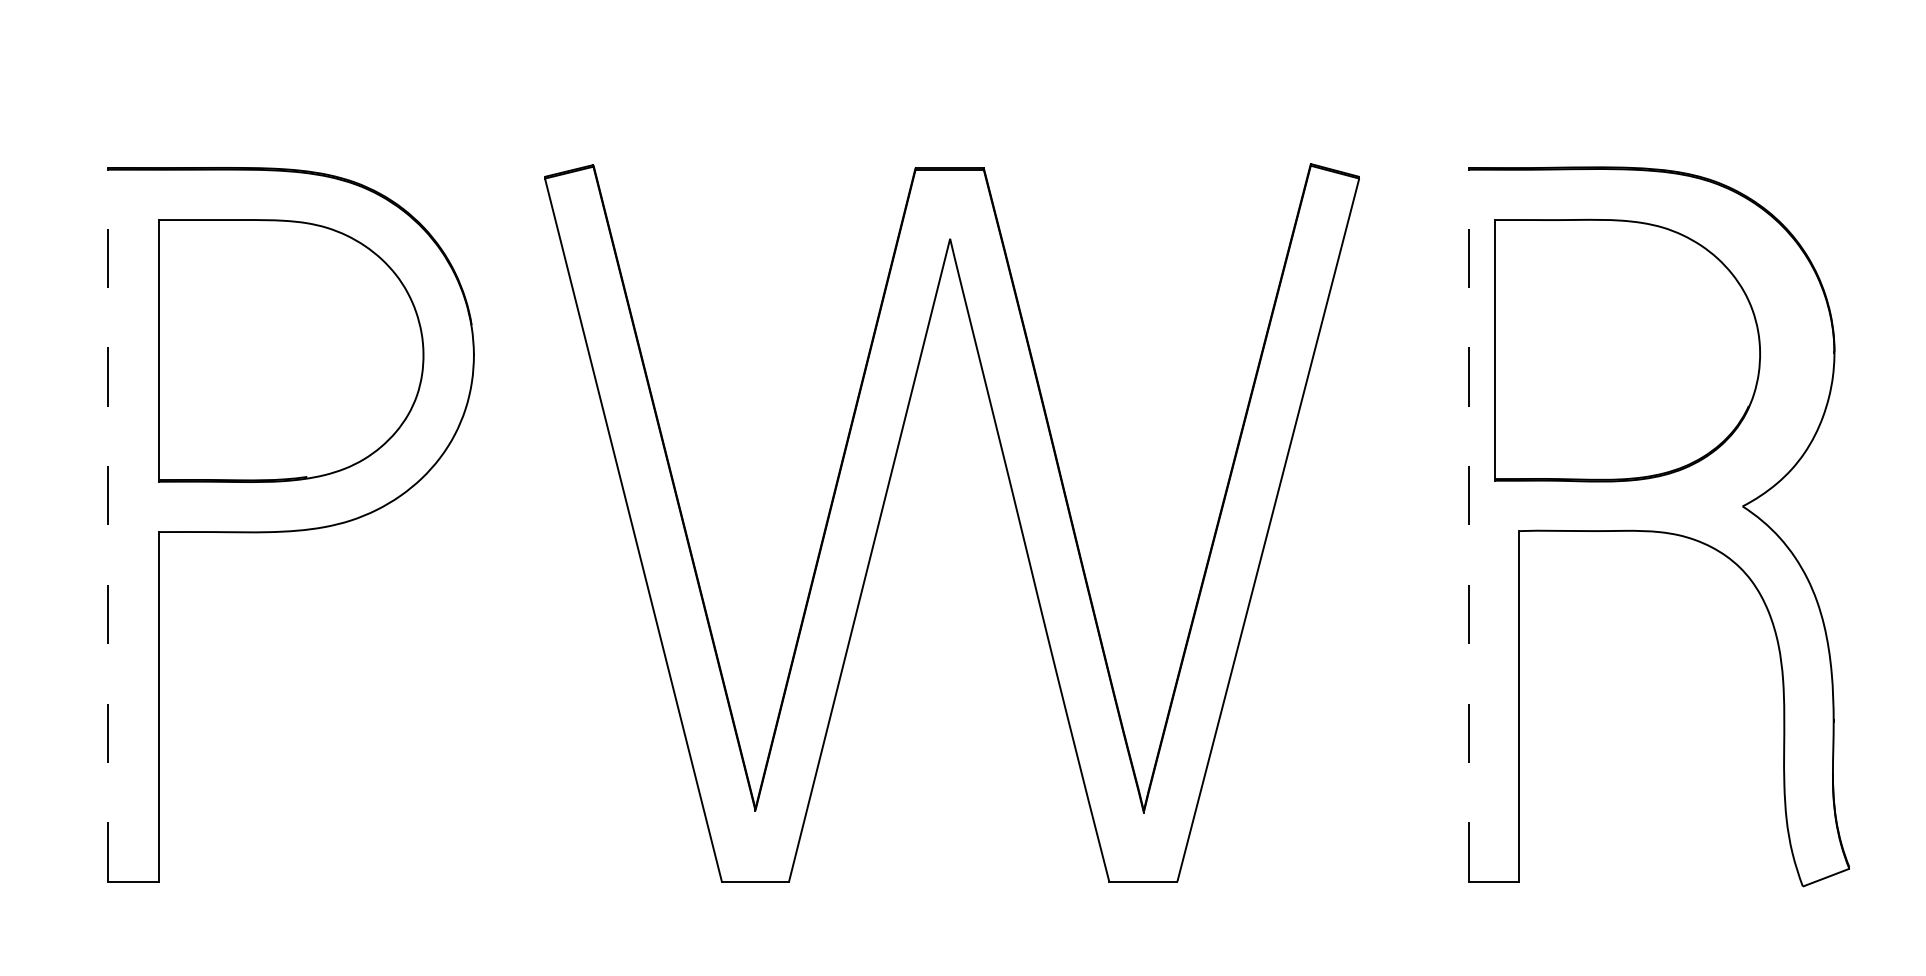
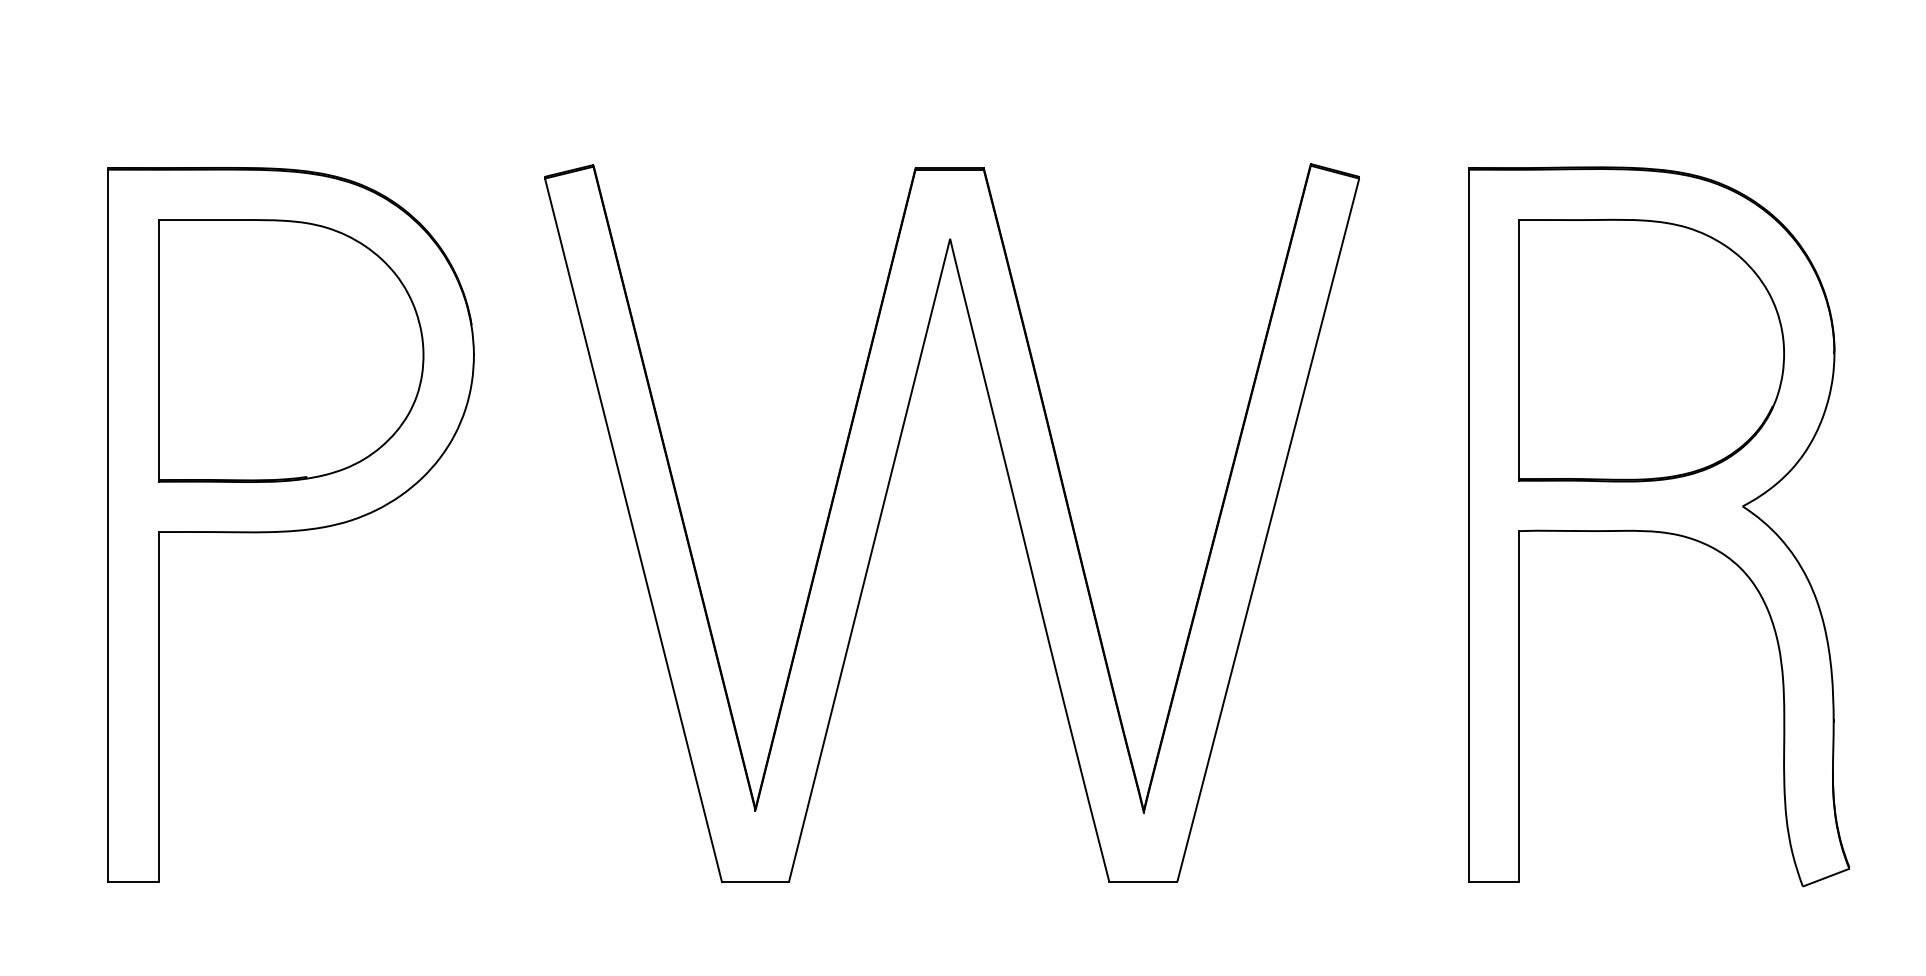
part at (1627, 350) position: (1627, 350) -> (1651, 350)
line at (108, 525): dashed -> solid
line at (1468, 525): dashed -> solid
